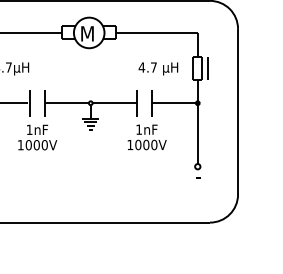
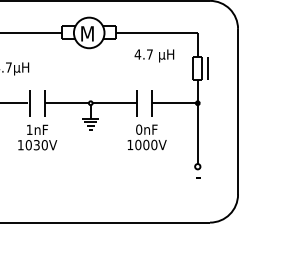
text at (158, 68) position: (158, 68) -> (154, 55)
text at (139, 129): 1nF -> 0nF
text at (36, 145): 1000V -> 1030V
